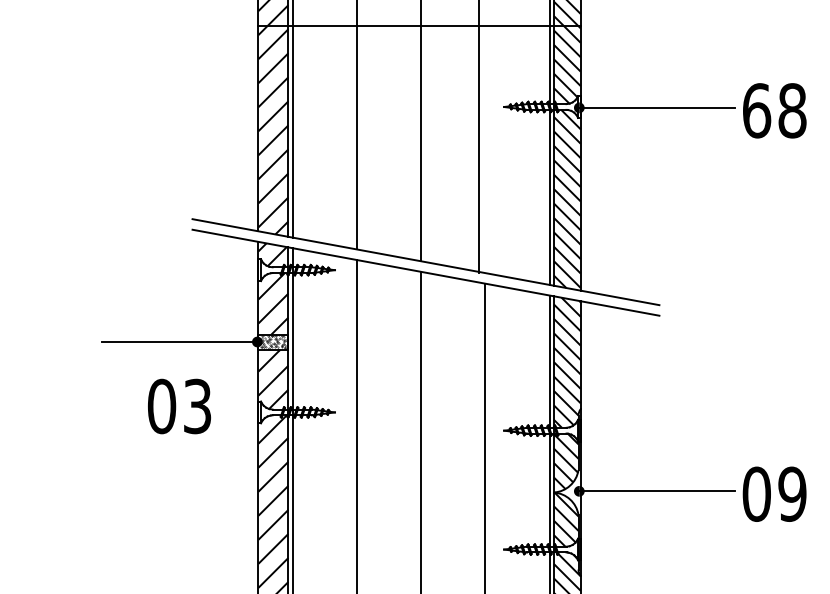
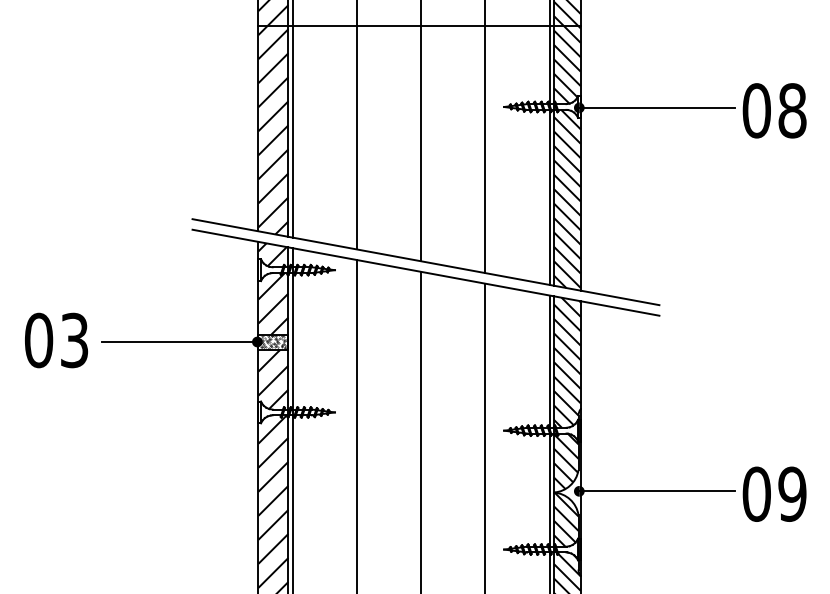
text at (756, 110): 68 -> 08
line at (479, 137) position: (479, 137) -> (485, 137)
text at (179, 406) position: (179, 406) -> (56, 340)
